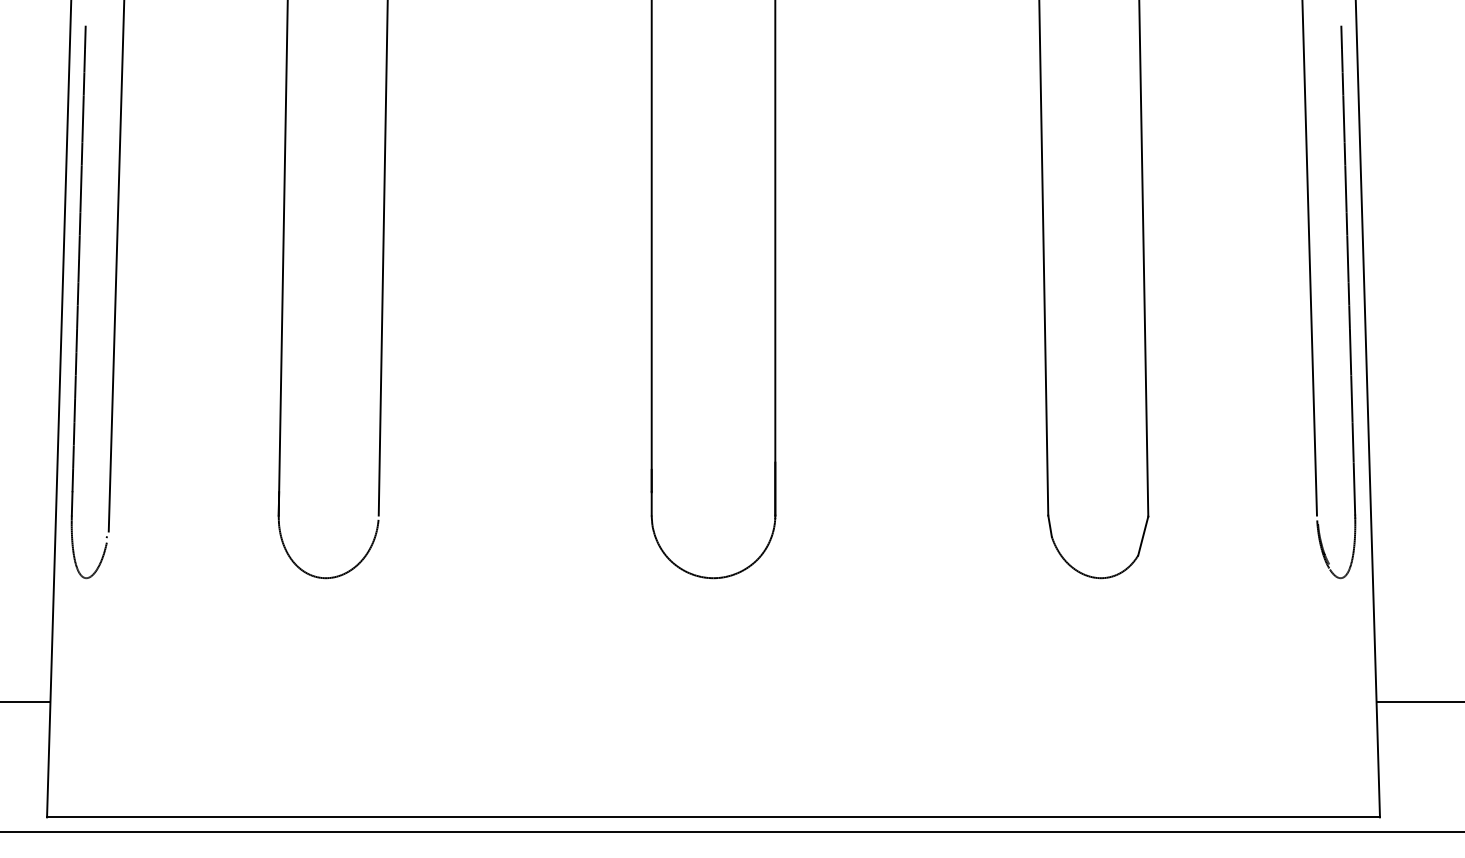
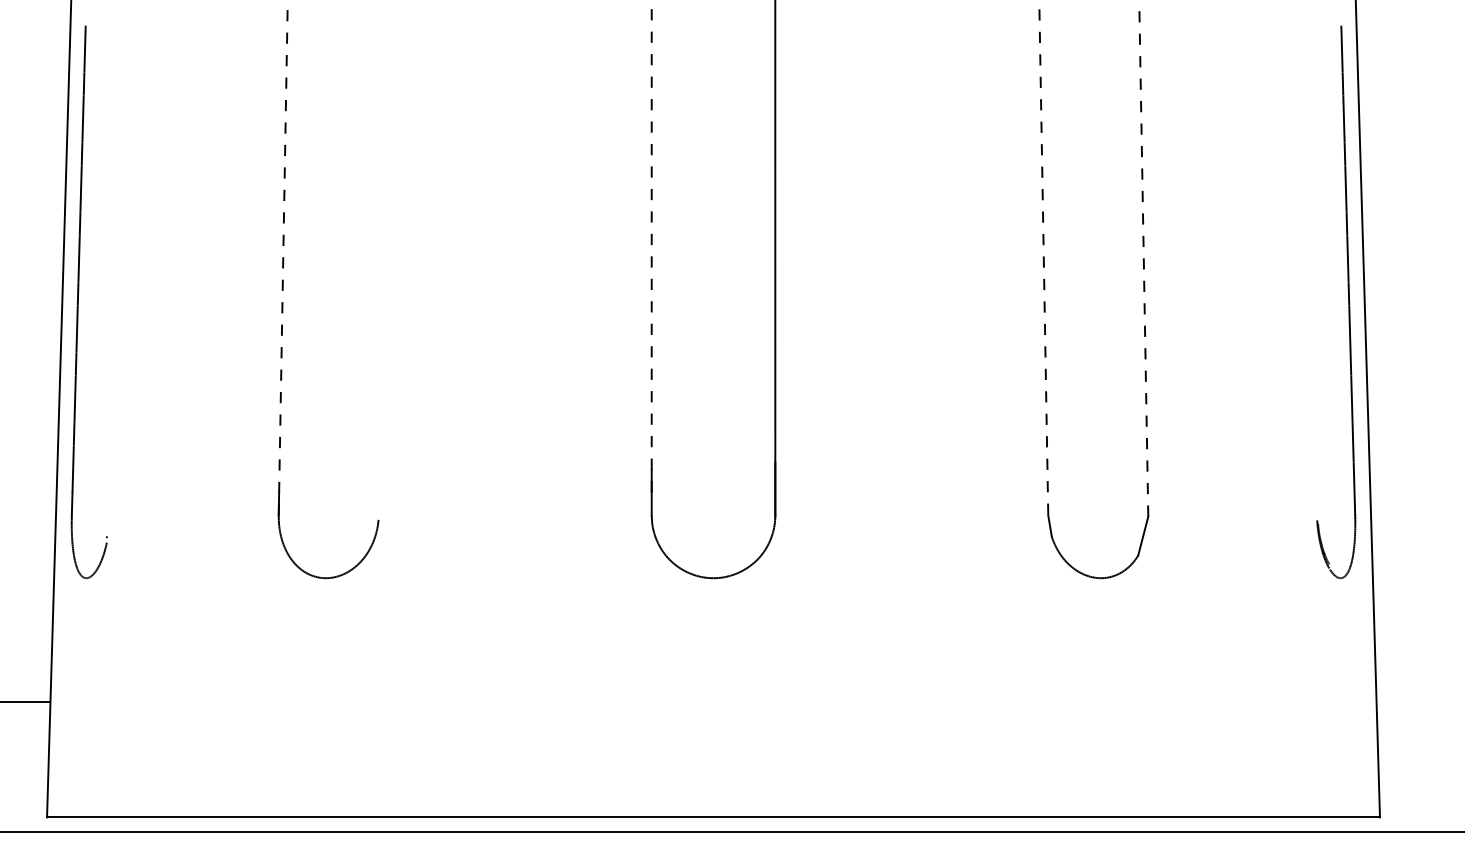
line at (651, 246): solid -> dashed
line at (283, 257): solid -> dashed
line at (1043, 257): solid -> dashed
line at (382, 258): present -> none
line at (1143, 258): solid -> dashed
line at (1309, 258): present -> none
line at (116, 266): present -> none
line at (1418, 702): present -> none
